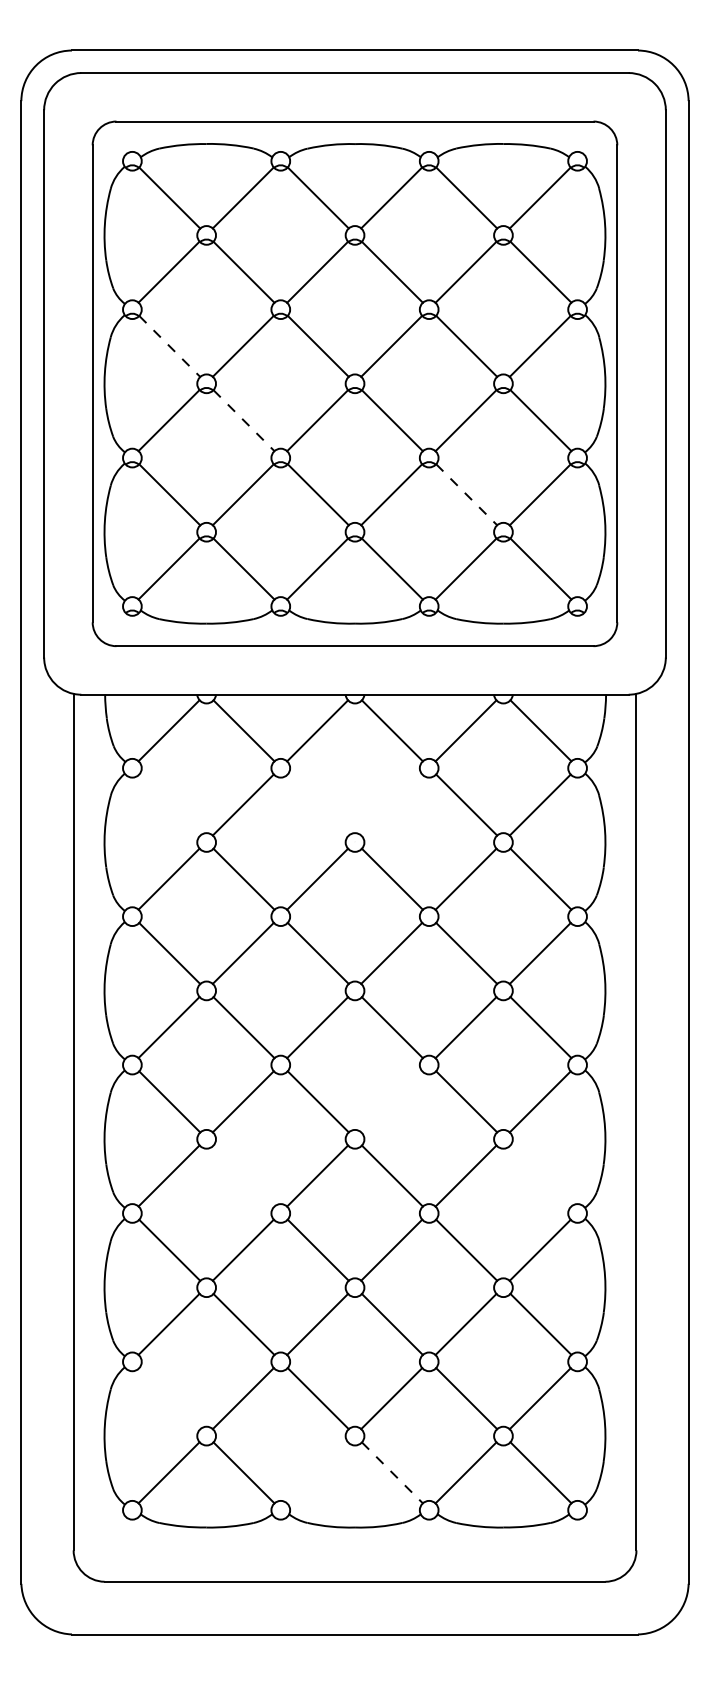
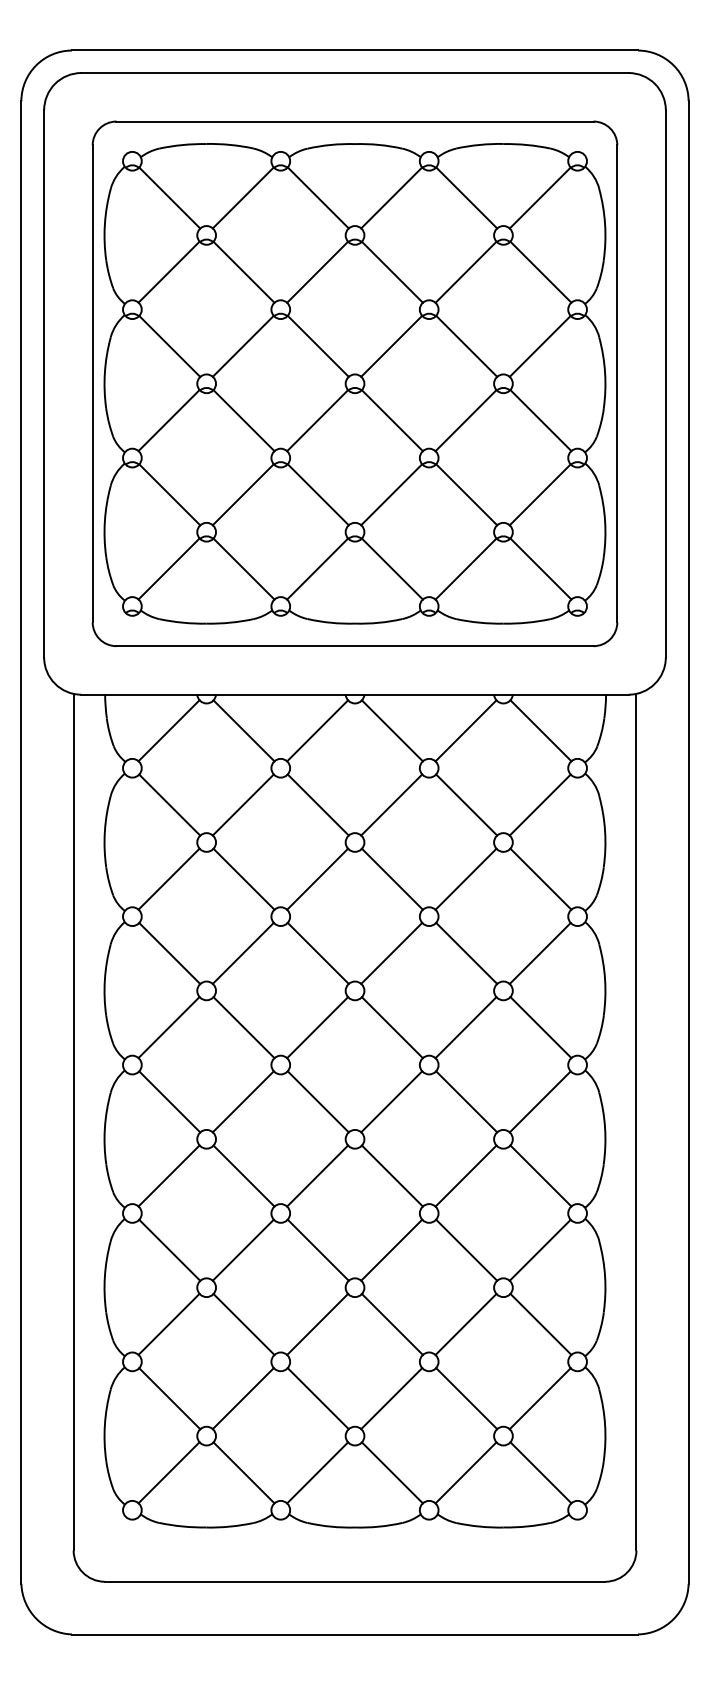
line at (170, 346): dashed -> solid
line at (244, 421): dashed -> solid
line at (467, 495): dashed -> solid
line at (169, 804): none -> present
line at (317, 804): none -> present
line at (391, 804): none -> present
line at (391, 1101): none -> present
line at (243, 1175): none -> present
line at (540, 1175): none -> present
line at (169, 1398): none -> present
line at (317, 1472): none -> present
line at (392, 1473): dashed -> solid
